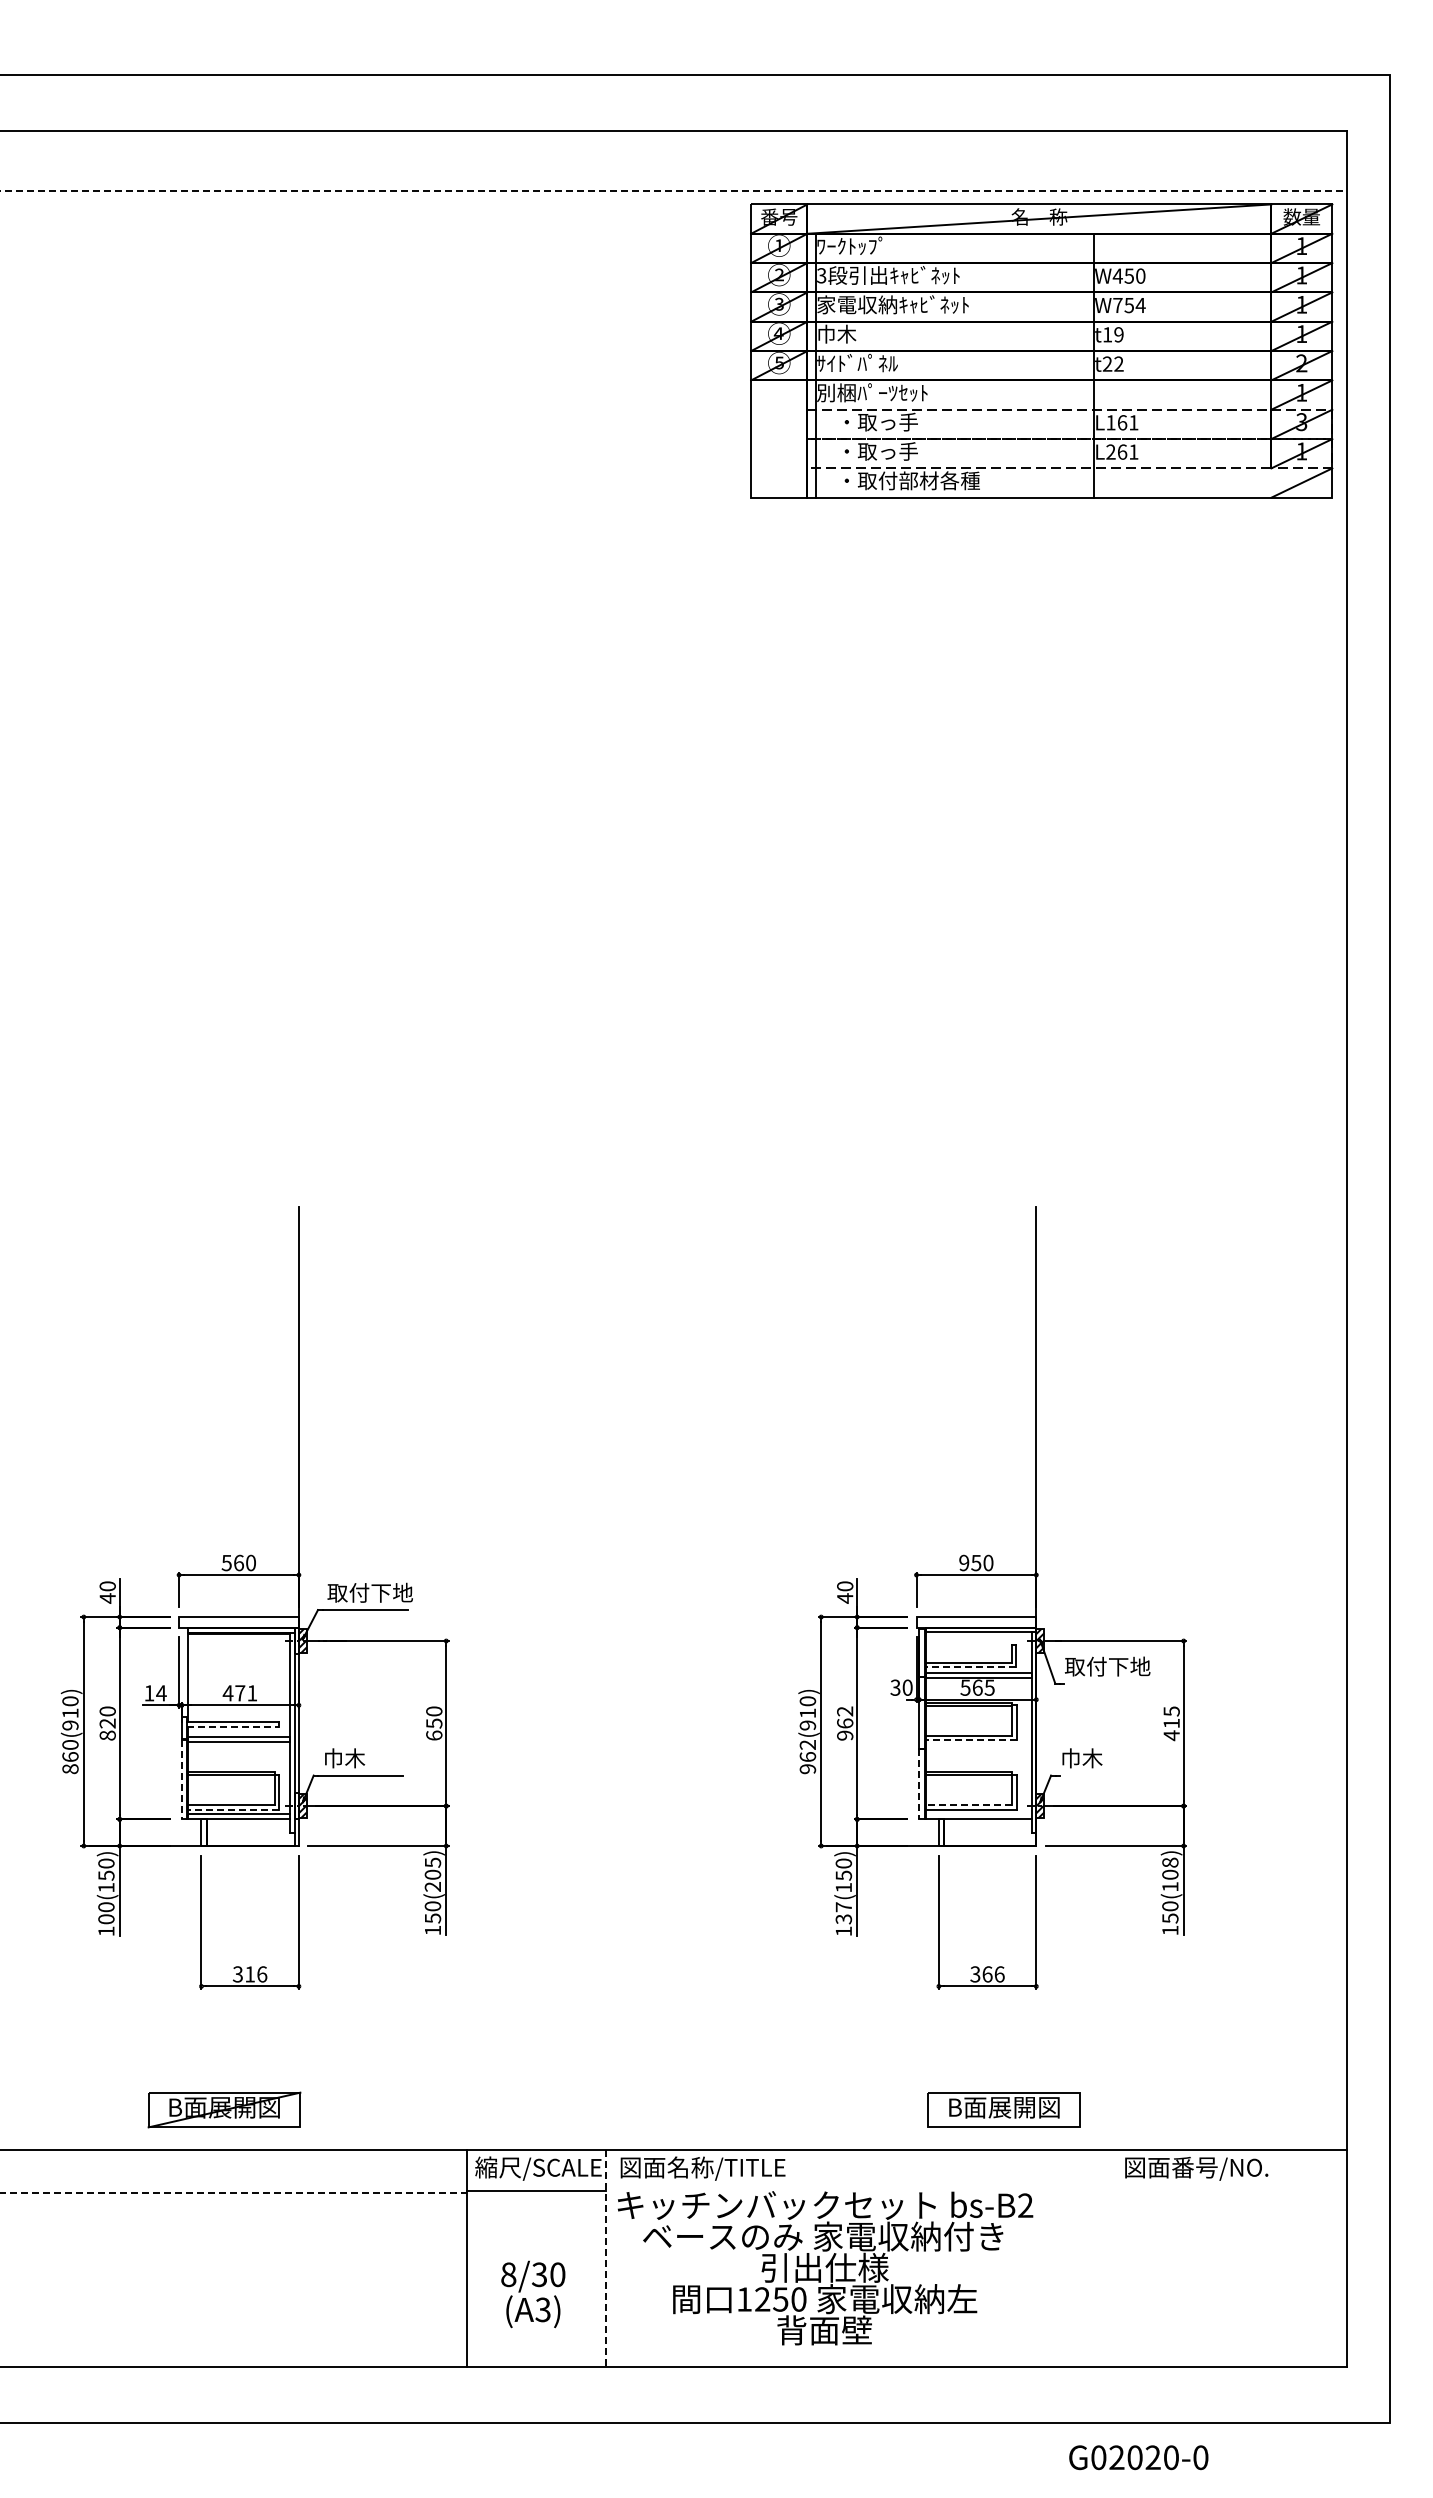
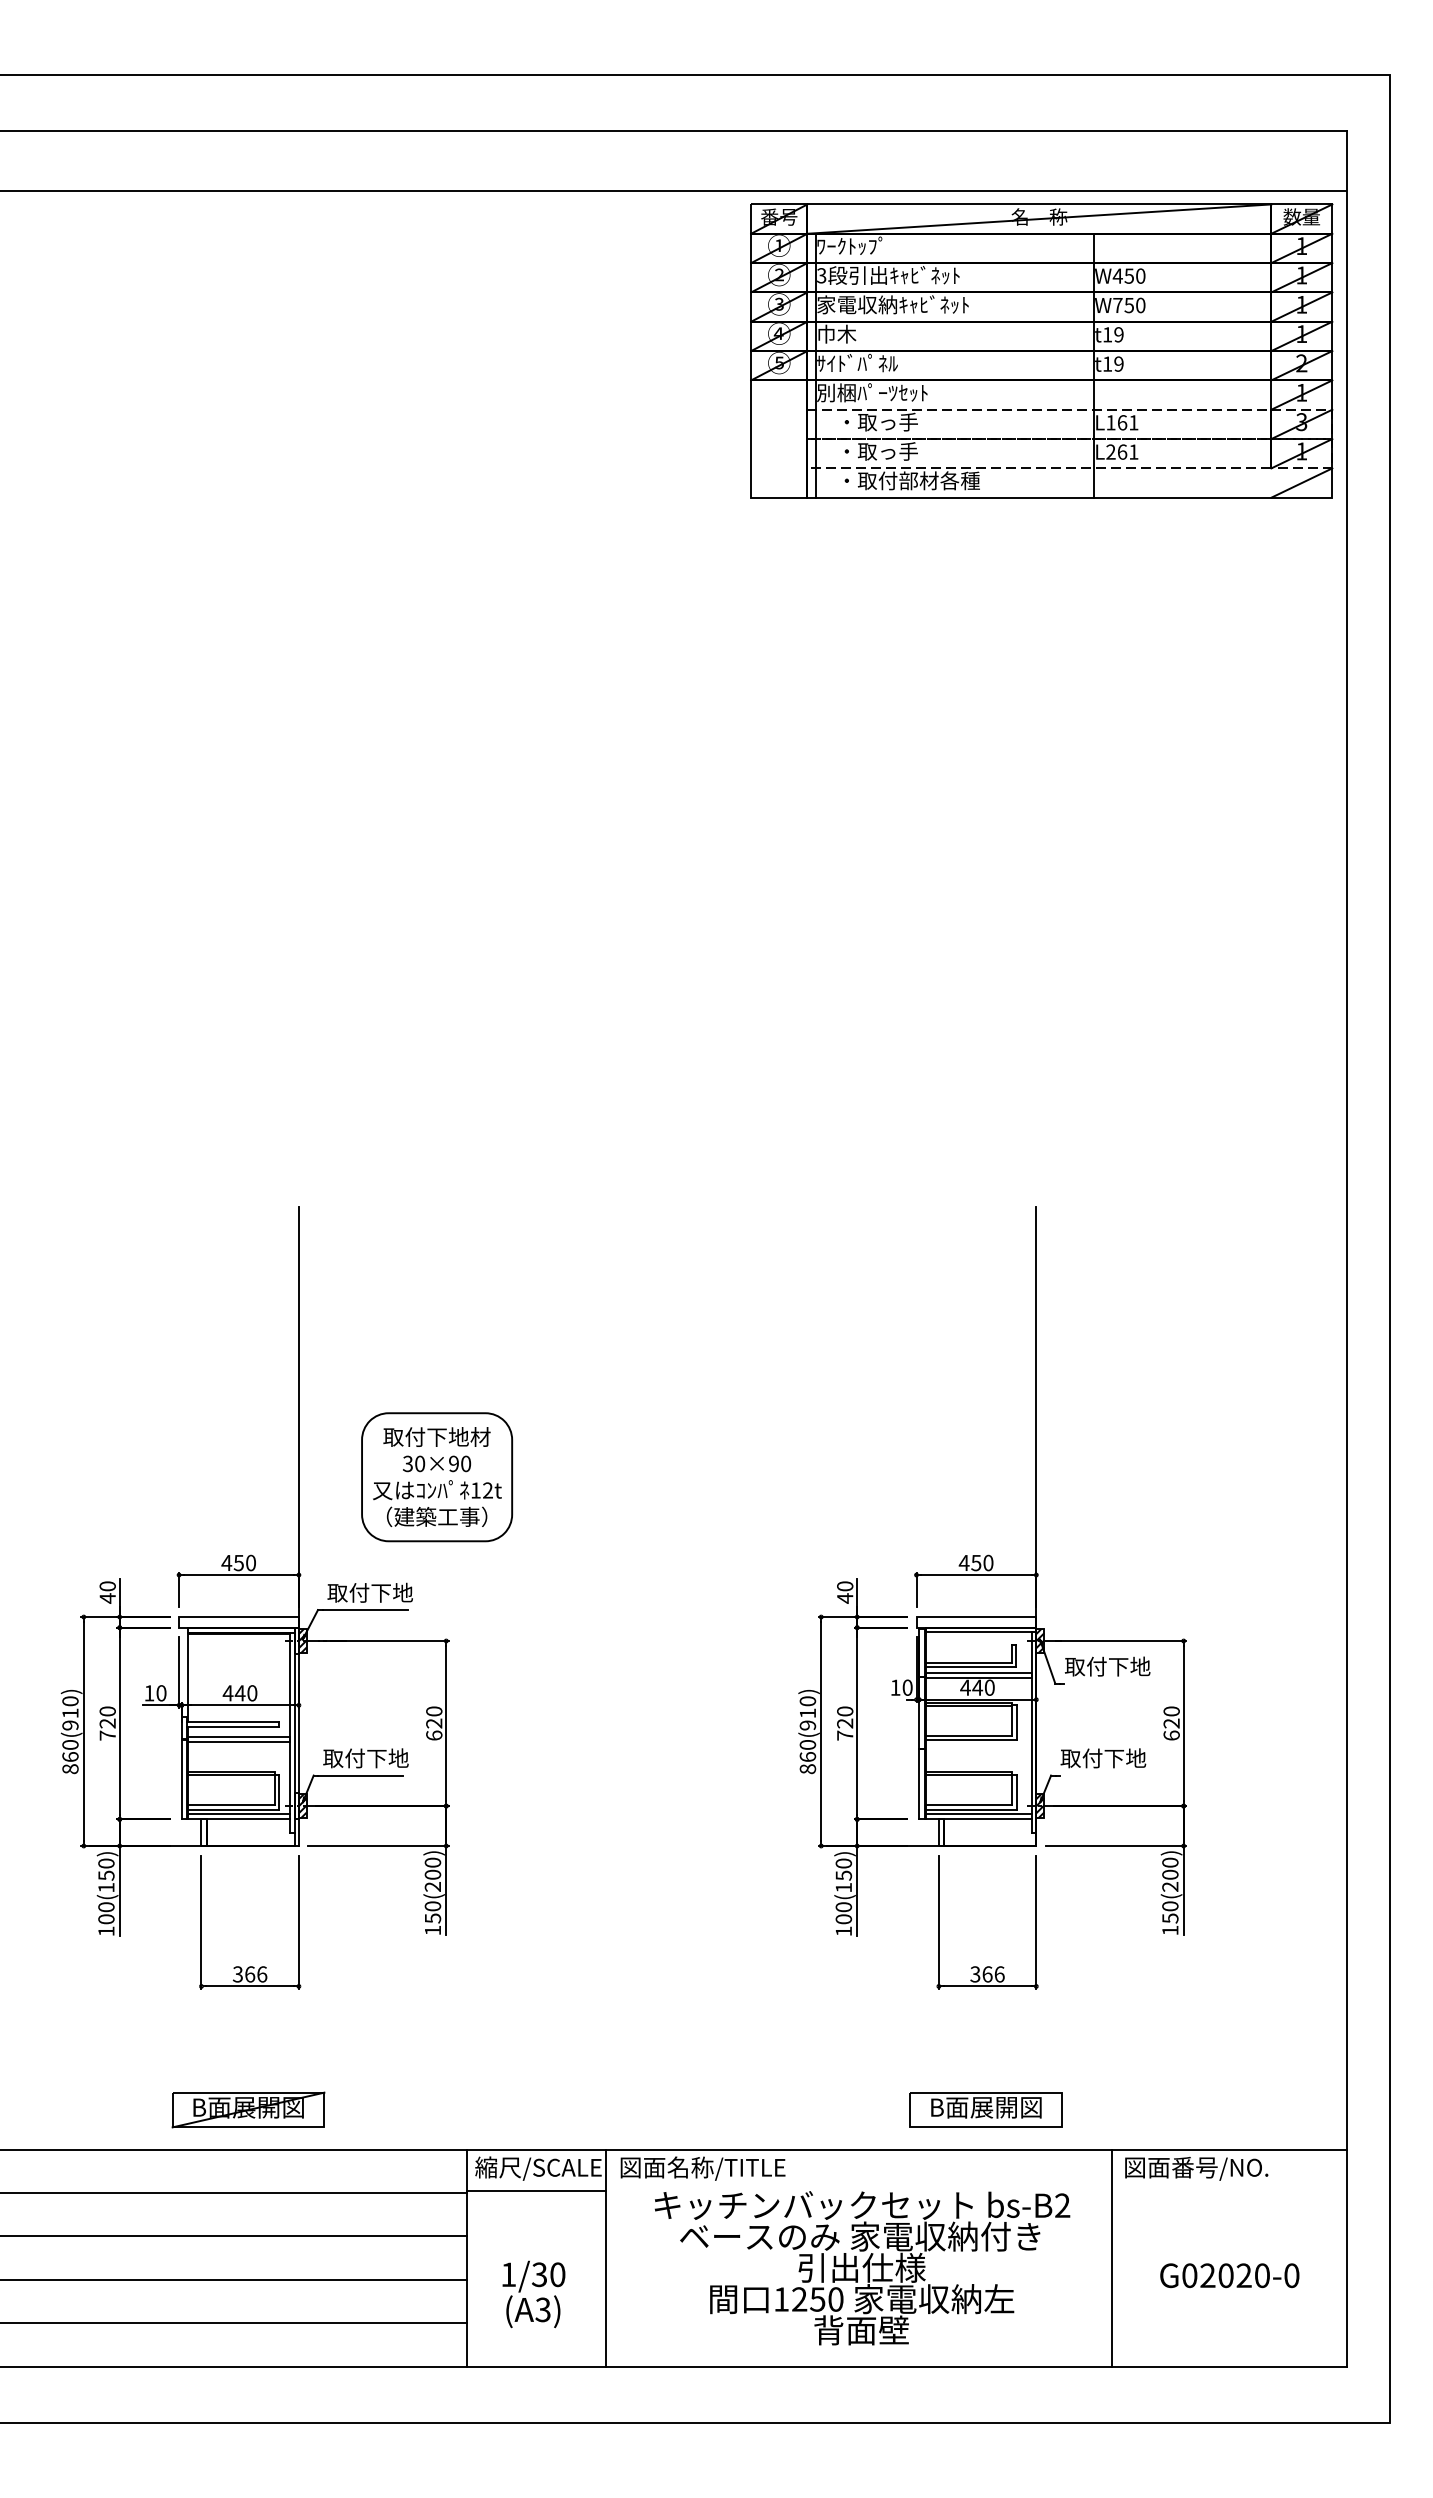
line at (674, 191): dashed -> solid
text at (1140, 305): W754 -> W750
text at (1112, 363): t22 -> t19
part at (437, 1477): none -> present
text at (232, 1562): 560 -> 450
text at (963, 1562): 950 -> 450
line at (970, 1667): dashed -> solid
text at (895, 1687): 30 -> 10
text at (977, 1687): 565 -> 440
text at (161, 1693): 14 -> 10
text at (245, 1693): 471 -> 440
text at (434, 1723): 650 -> 620
text at (845, 1723): 962 -> 720
text at (1171, 1723): 415 -> 620
line at (233, 1727): dashed -> solid
text at (107, 1735): 820 -> 720
line at (970, 1740): dashed -> solid
text at (807, 1757): 962(910) -> 860(910)
text at (365, 1758): 巾木 -> 取付下地
text at (1103, 1758): 巾木 -> 取付下地
line at (181, 1779): dashed -> solid
line at (919, 1783): dashed -> solid
line at (968, 1805): dashed -> solid
line at (233, 1809): dashed -> solid
line at (978, 1814): none -> present
text at (432, 1862): 150(205) -> 150(200)
text at (1170, 1874): 150(108) -> 150(200)
text at (843, 1913): 137(150) -> 100(150)
text at (250, 1974): 316 -> 366
part at (224, 2109) position: (224, 2109) -> (248, 2109)
part at (1003, 2109) position: (1003, 2109) -> (985, 2109)
line at (233, 2192): dashed -> solid
line at (234, 2236): none -> present
line at (606, 2258): dashed -> solid
line at (1112, 2258): none -> present
text at (825, 2268) position: (825, 2268) -> (862, 2268)
text at (508, 2274): 8/30 -> 1/30
line at (234, 2279): none -> present
line at (234, 2323): none -> present
text at (1138, 2457) position: (1138, 2457) -> (1229, 2275)
